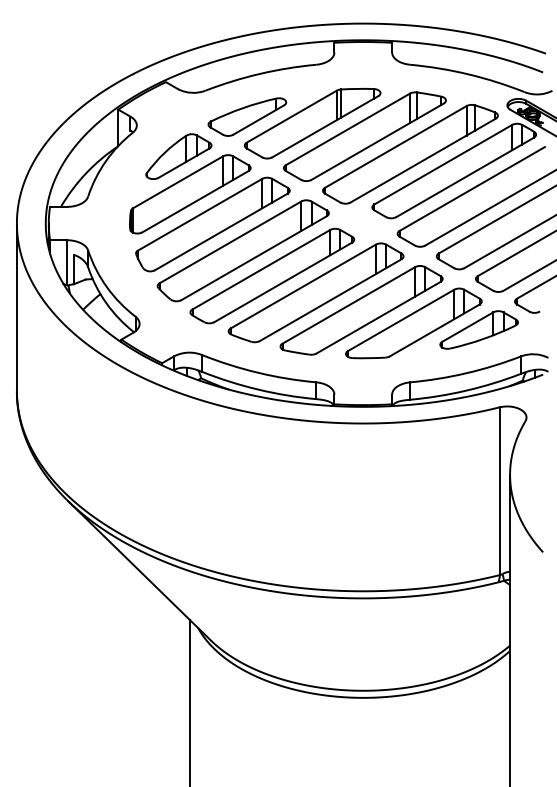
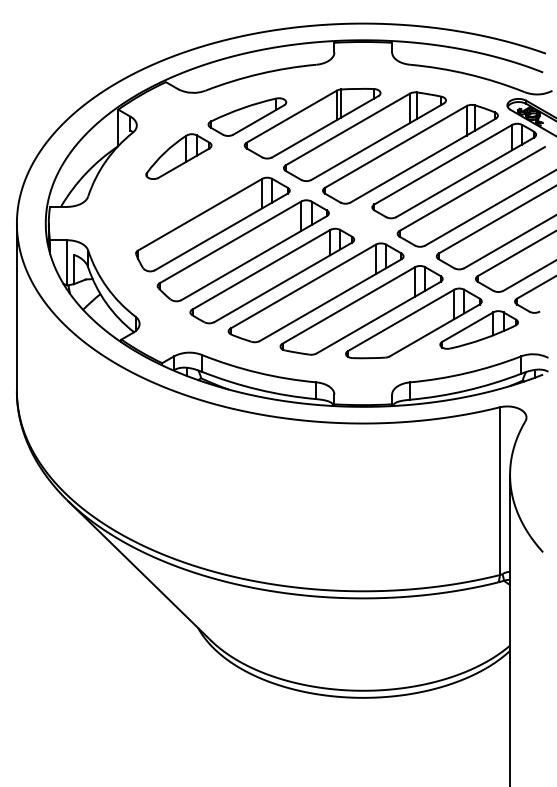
part at (190, 194): present -> none
line at (190, 701): present -> none
